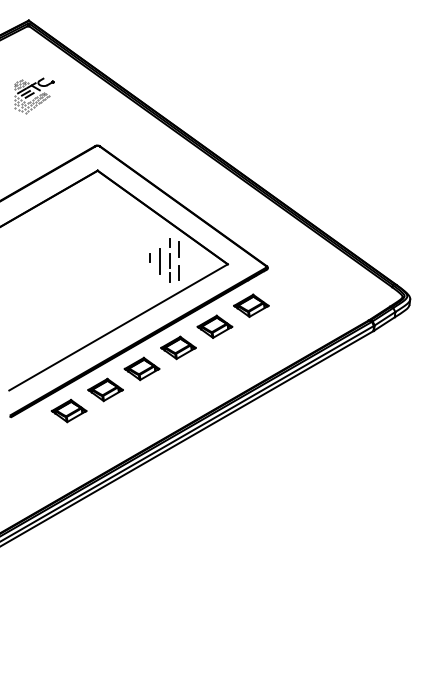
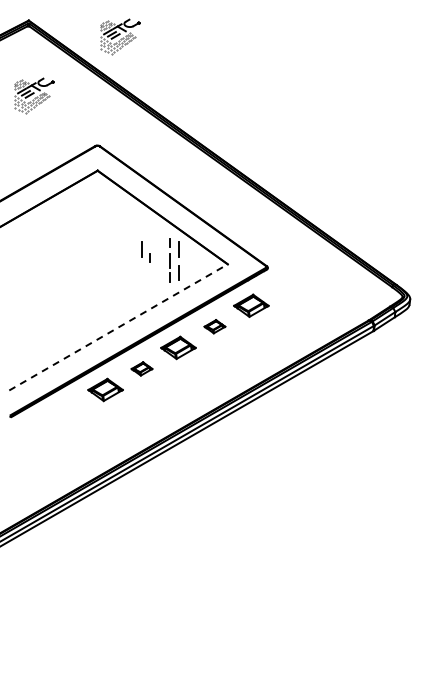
part at (120, 36): none -> present
line at (141, 249): none -> present
line at (159, 261): present -> none
part at (214, 326) size: 38x25 px -> 24x16 px
line at (119, 327): solid -> dashed
part at (141, 368) size: 38x26 px -> 24x16 px
part at (68, 410): present -> none
